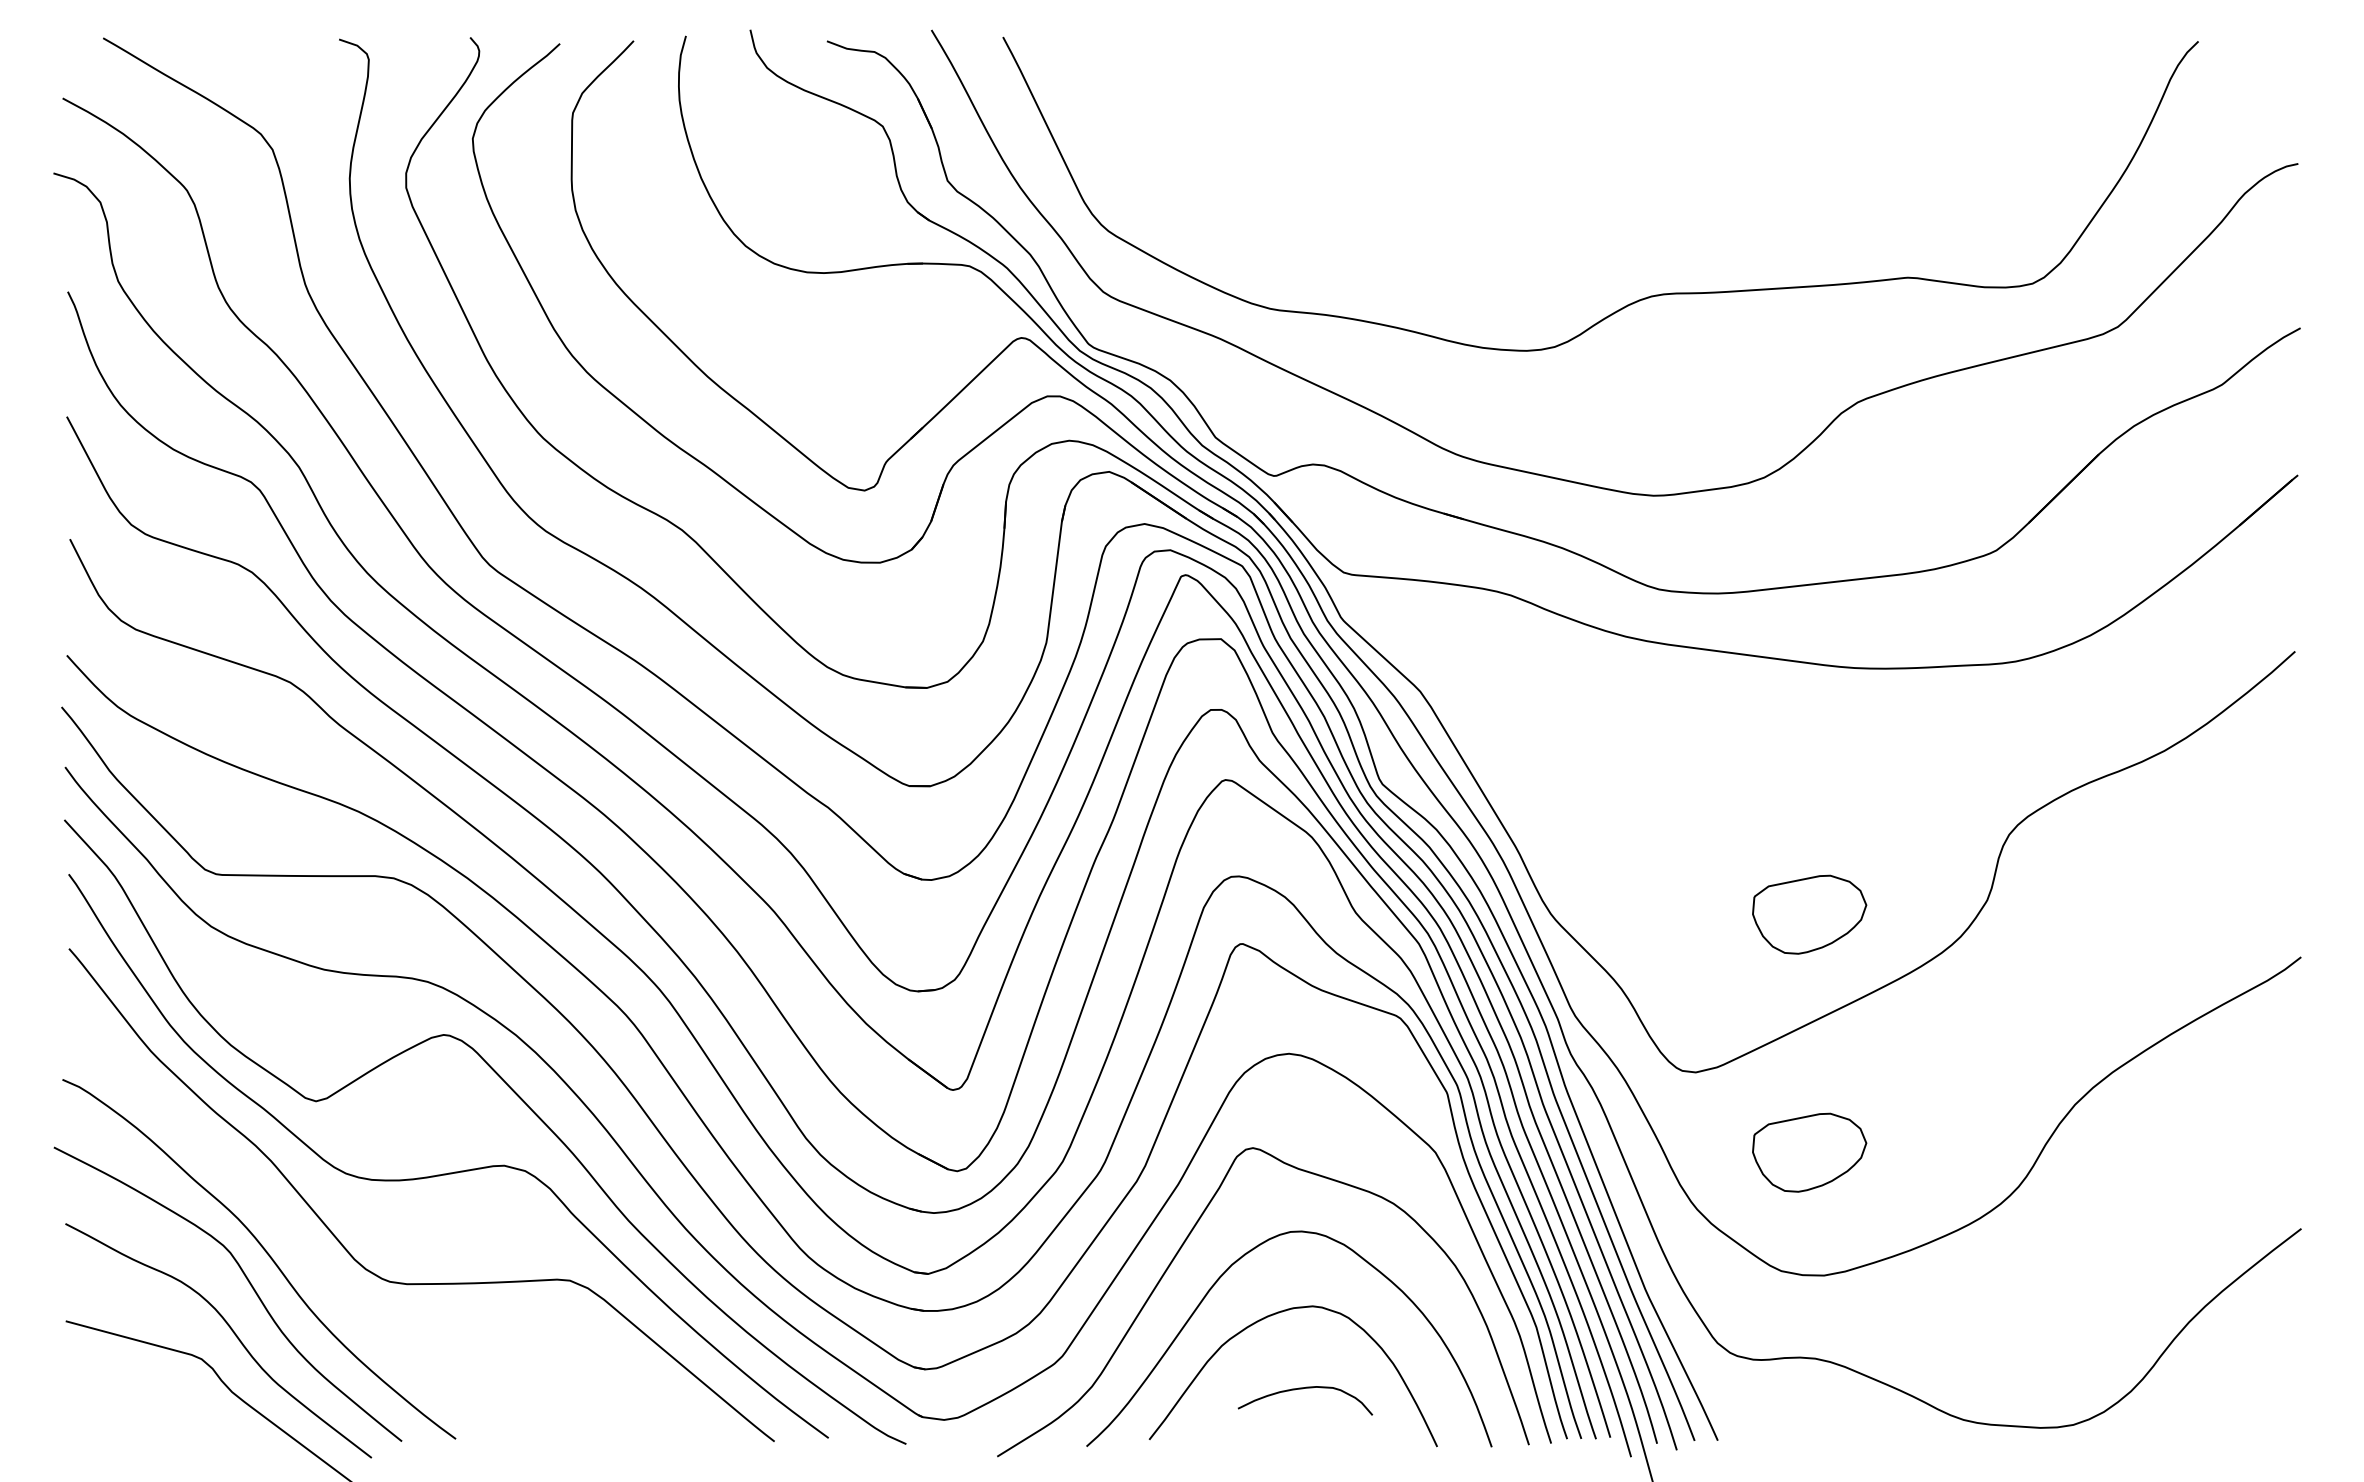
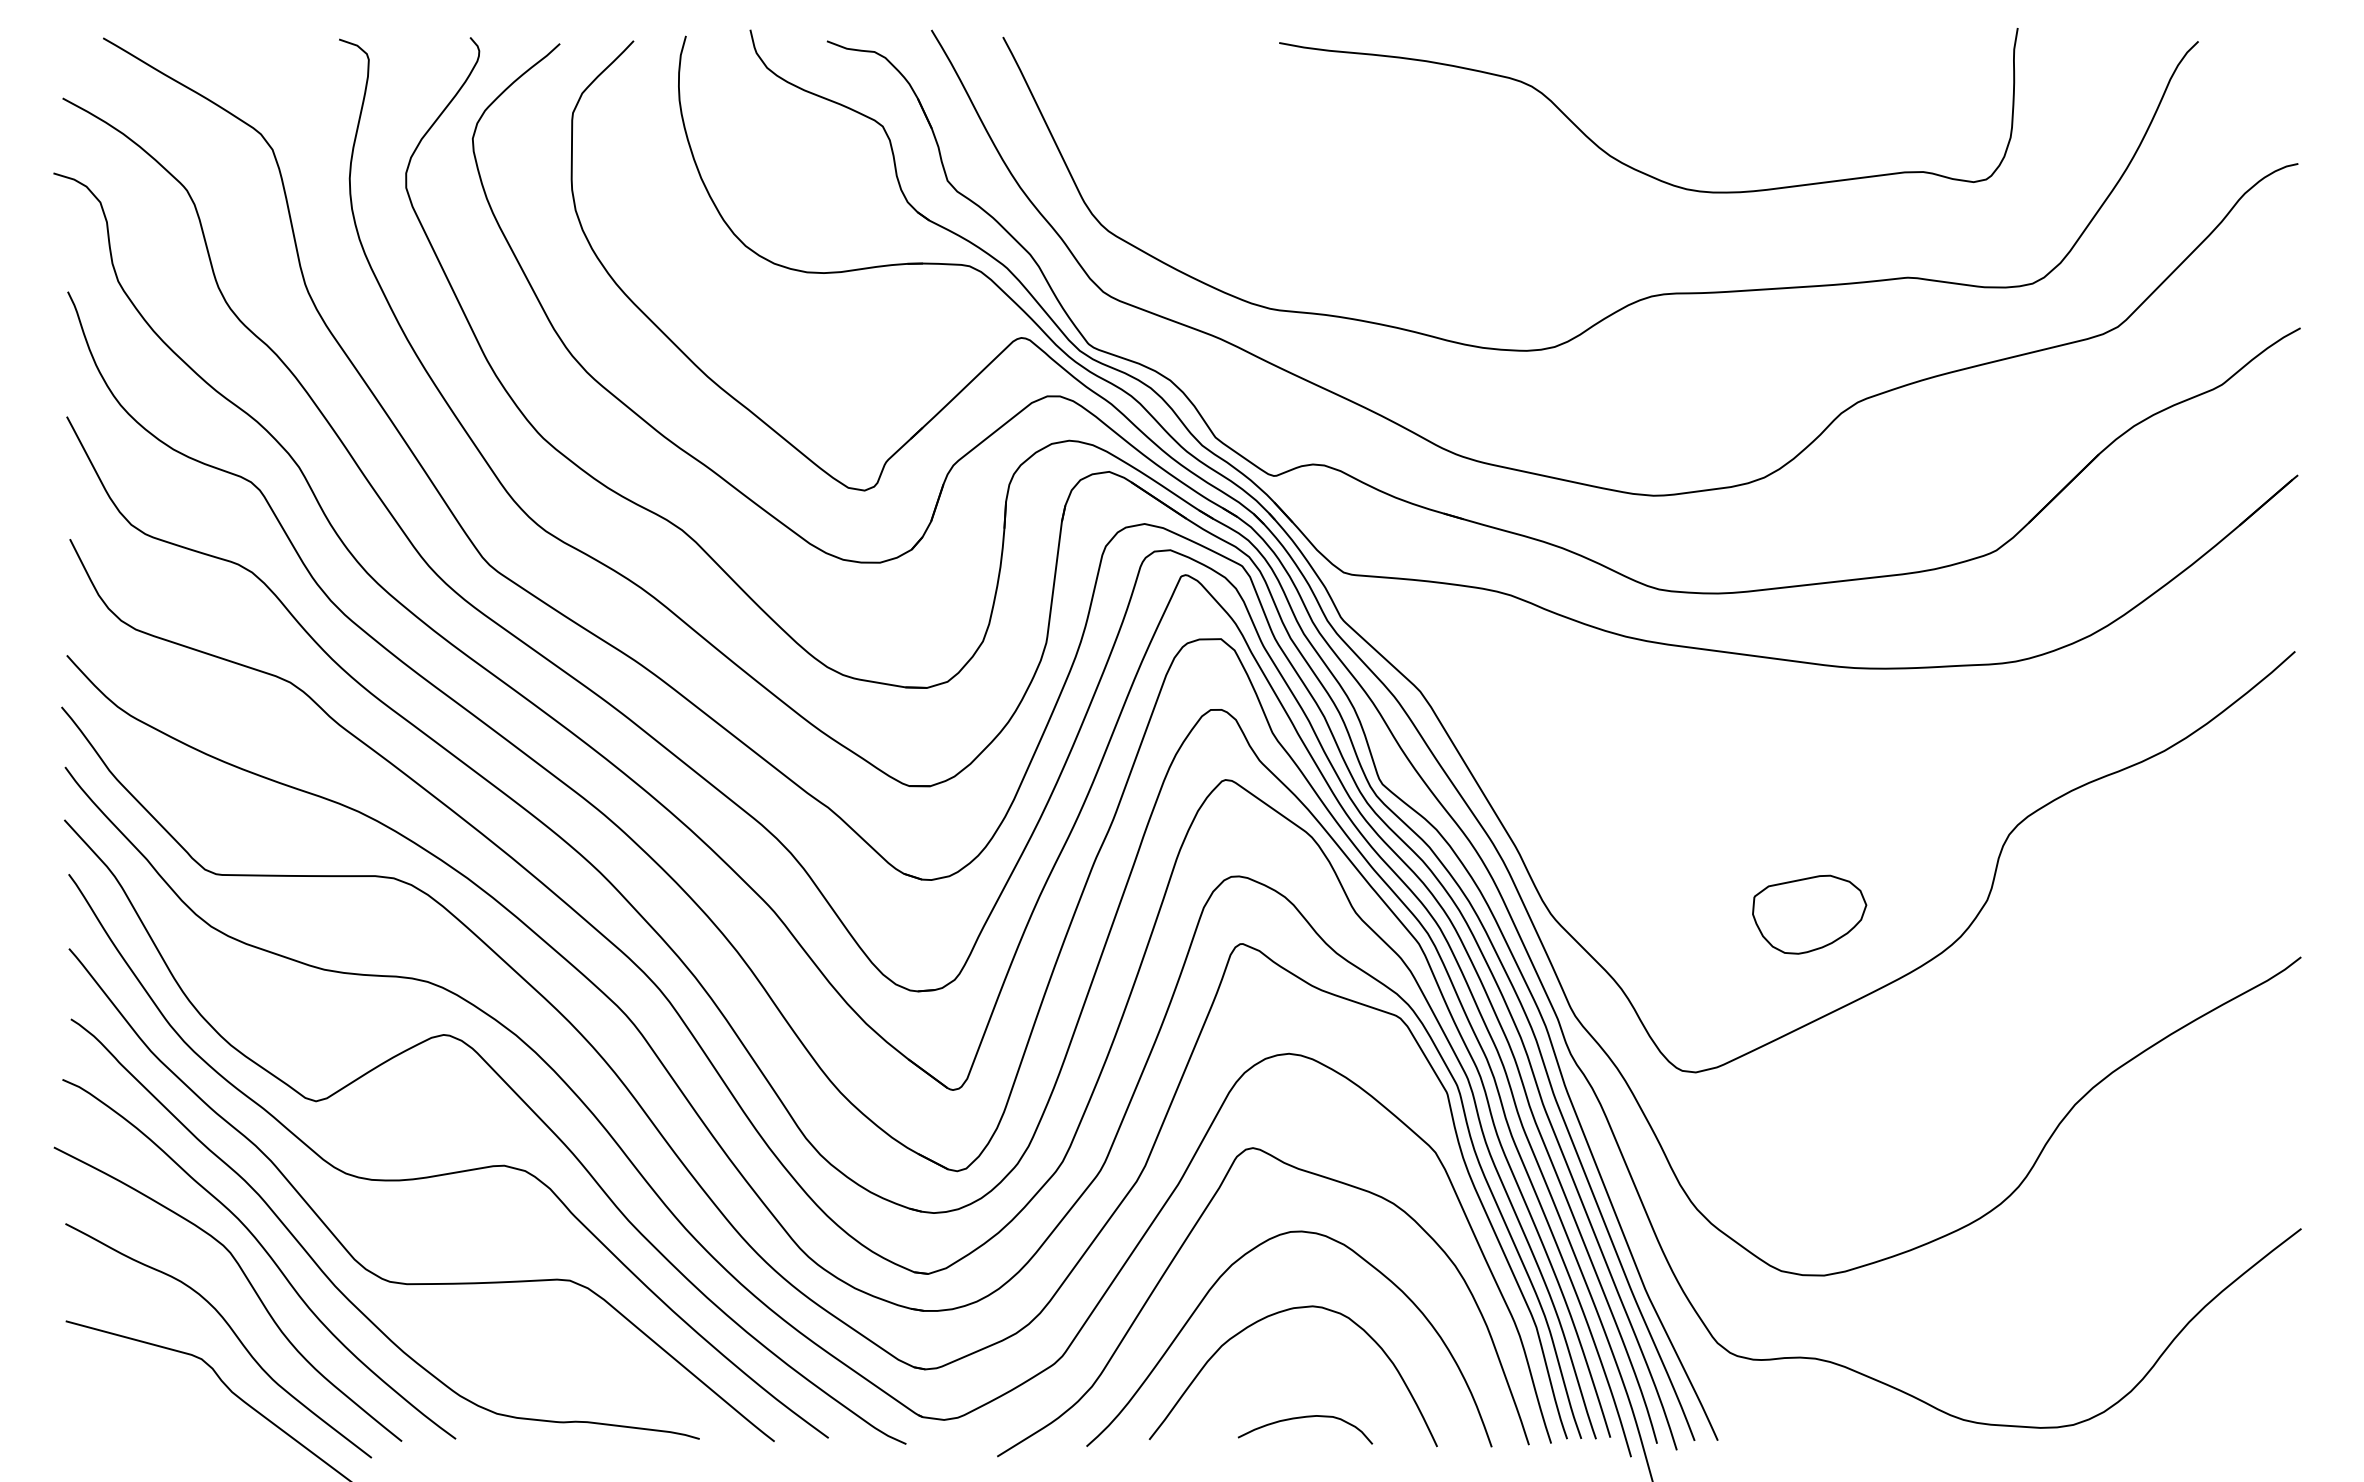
curve at (1618, 159): none -> present
part at (1809, 1152): present -> none
curve at (328, 1276): none -> present
curve at (1302, 1389) position: (1302, 1389) -> (1302, 1418)
